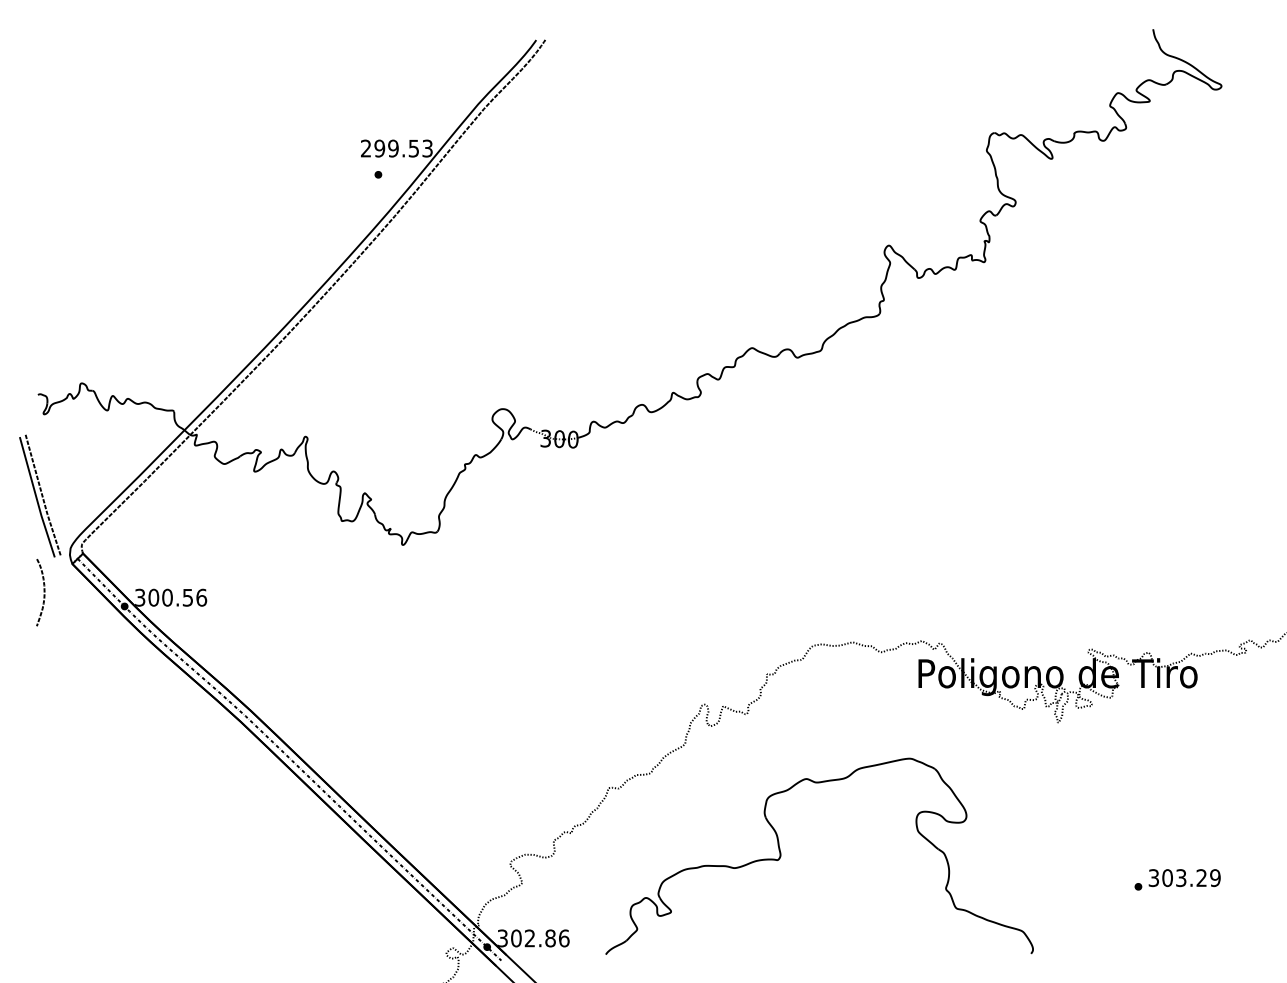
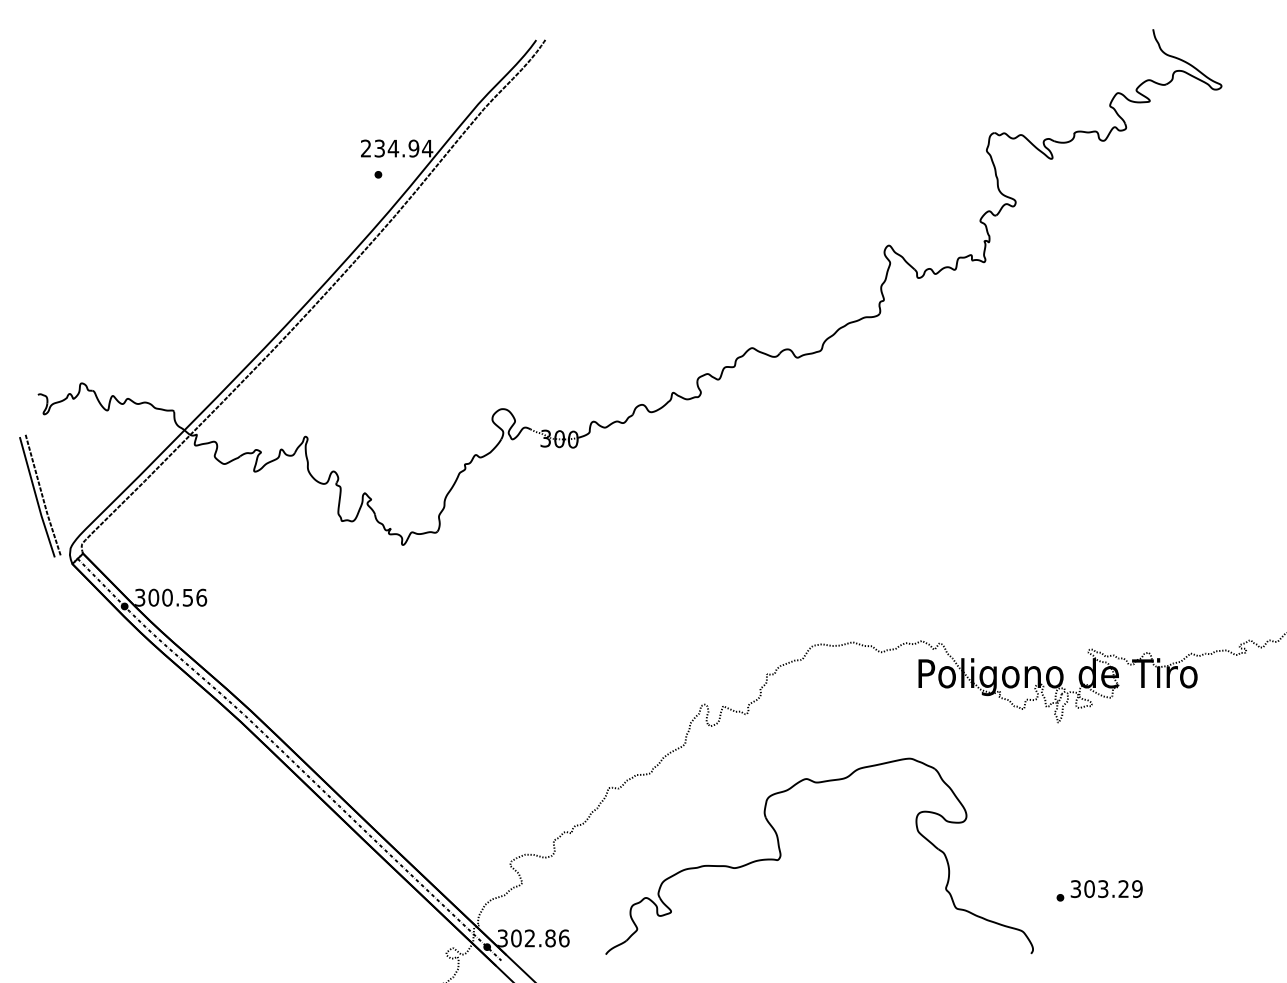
text at (403, 148): 299.53 -> 234.94
curve at (43, 592): present -> none
text at (1177, 879) position: (1177, 879) -> (1099, 890)
